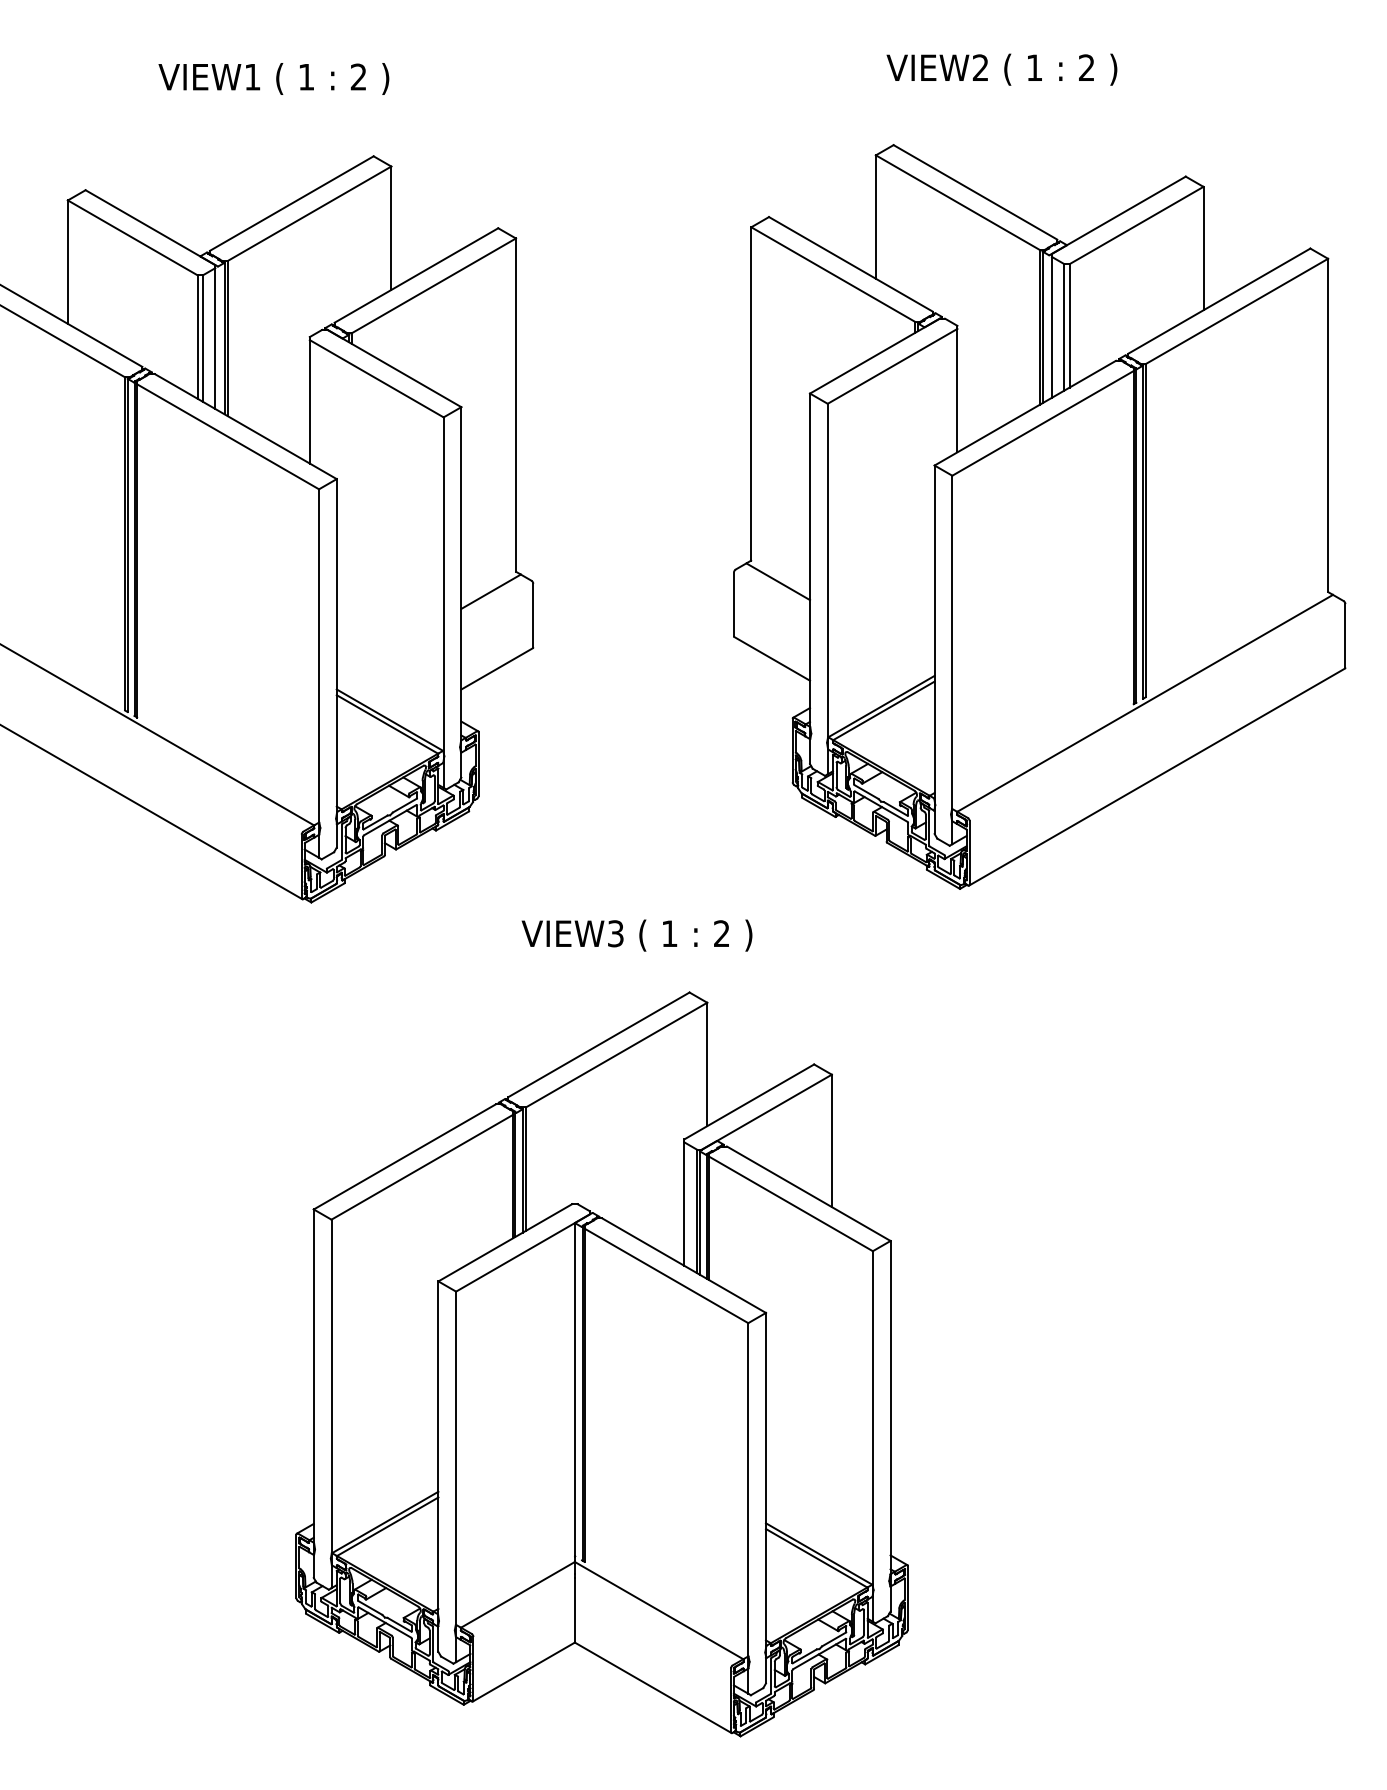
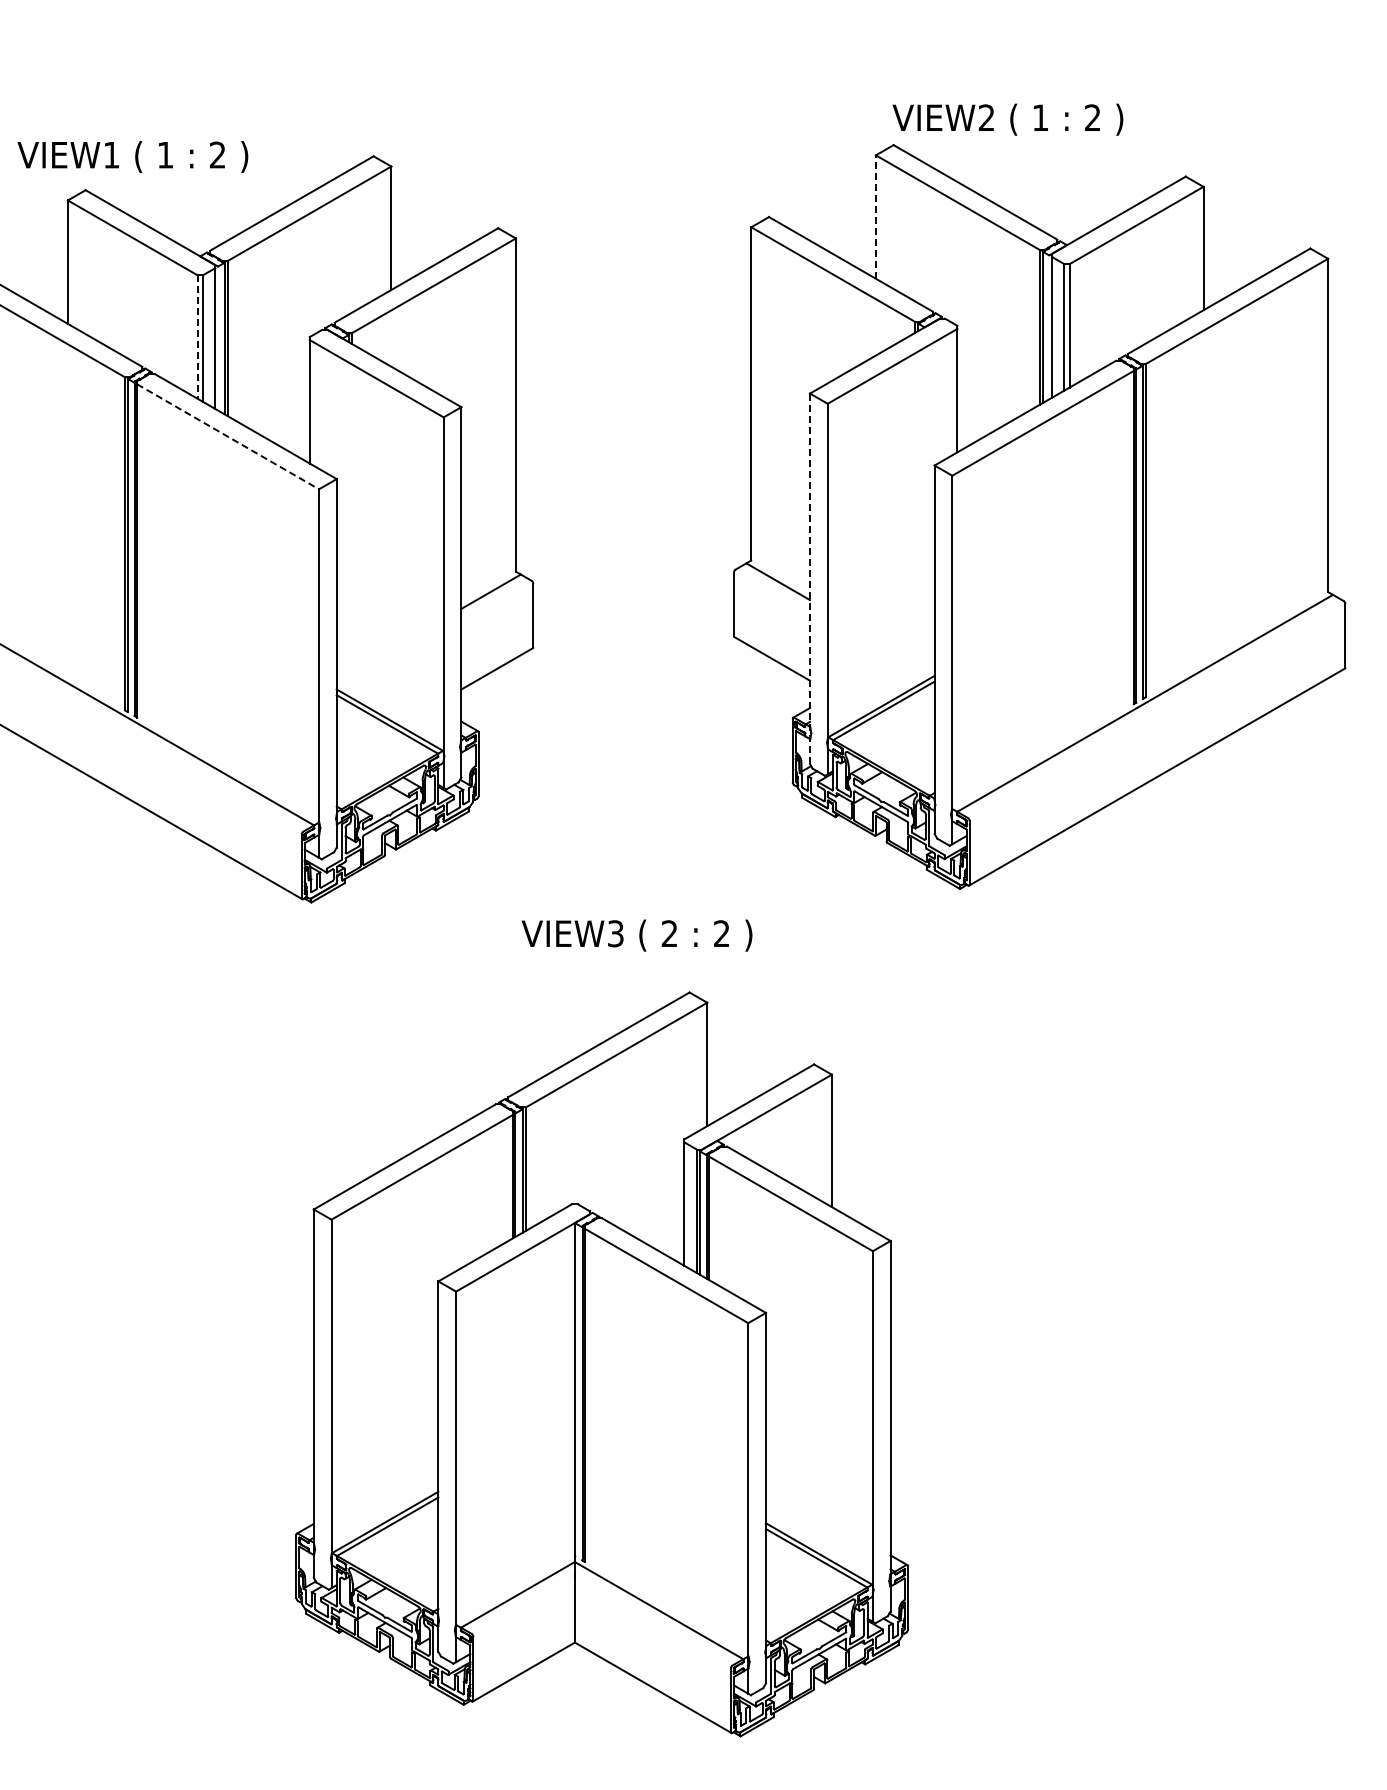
text at (1001, 69) position: (1001, 69) -> (1007, 119)
text at (273, 78) position: (273, 78) -> (132, 156)
line at (875, 217): solid -> dashed
line at (197, 337): solid -> dashed
line at (228, 437): solid -> dashed
line at (810, 579): solid -> dashed
text at (669, 933): 1 -> 2
